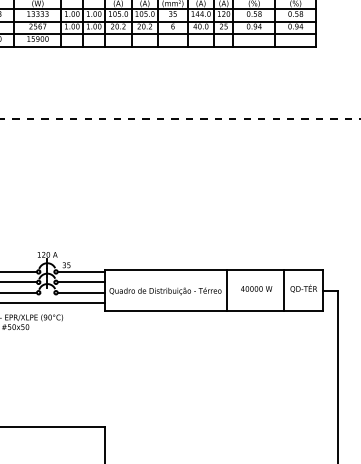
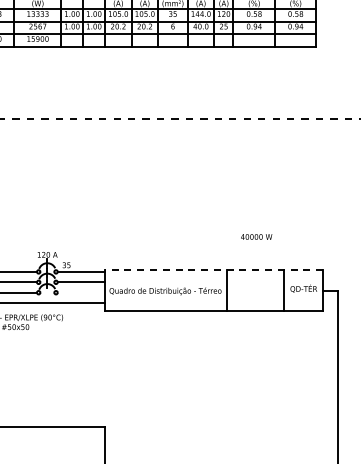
line at (214, 269): solid -> dashed
text at (256, 288) position: (256, 288) -> (256, 236)
line at (81, 292): present -> none
